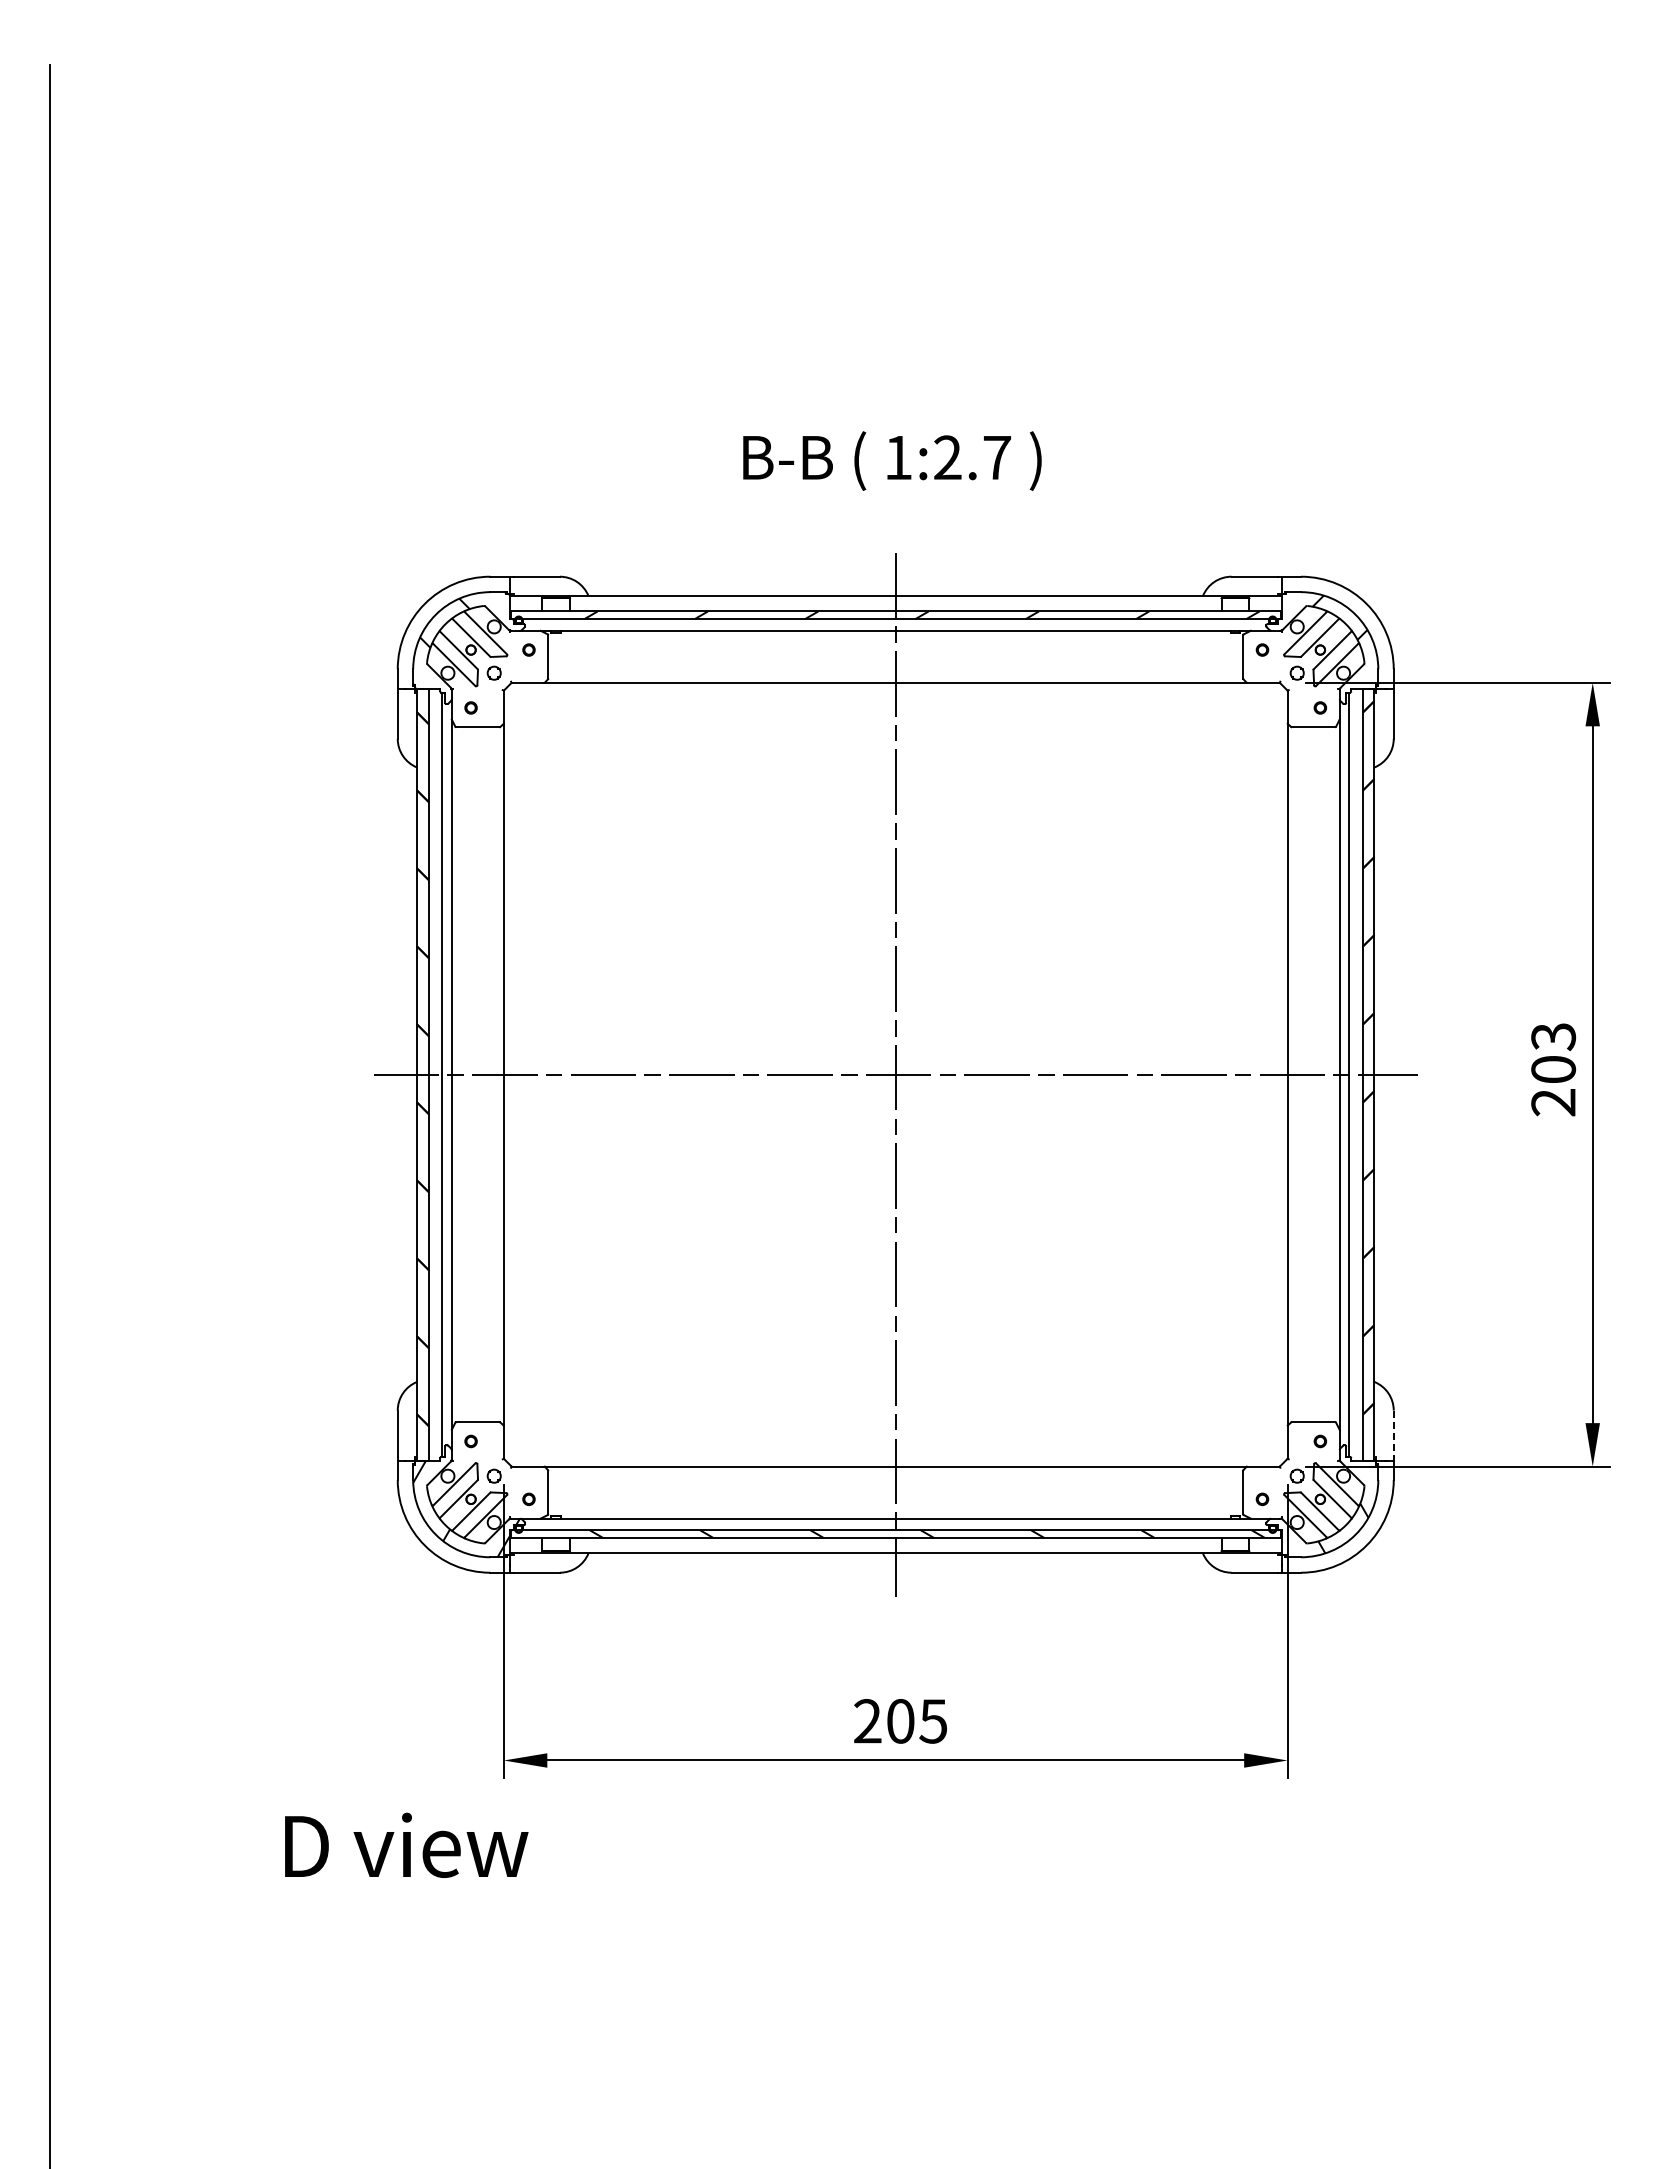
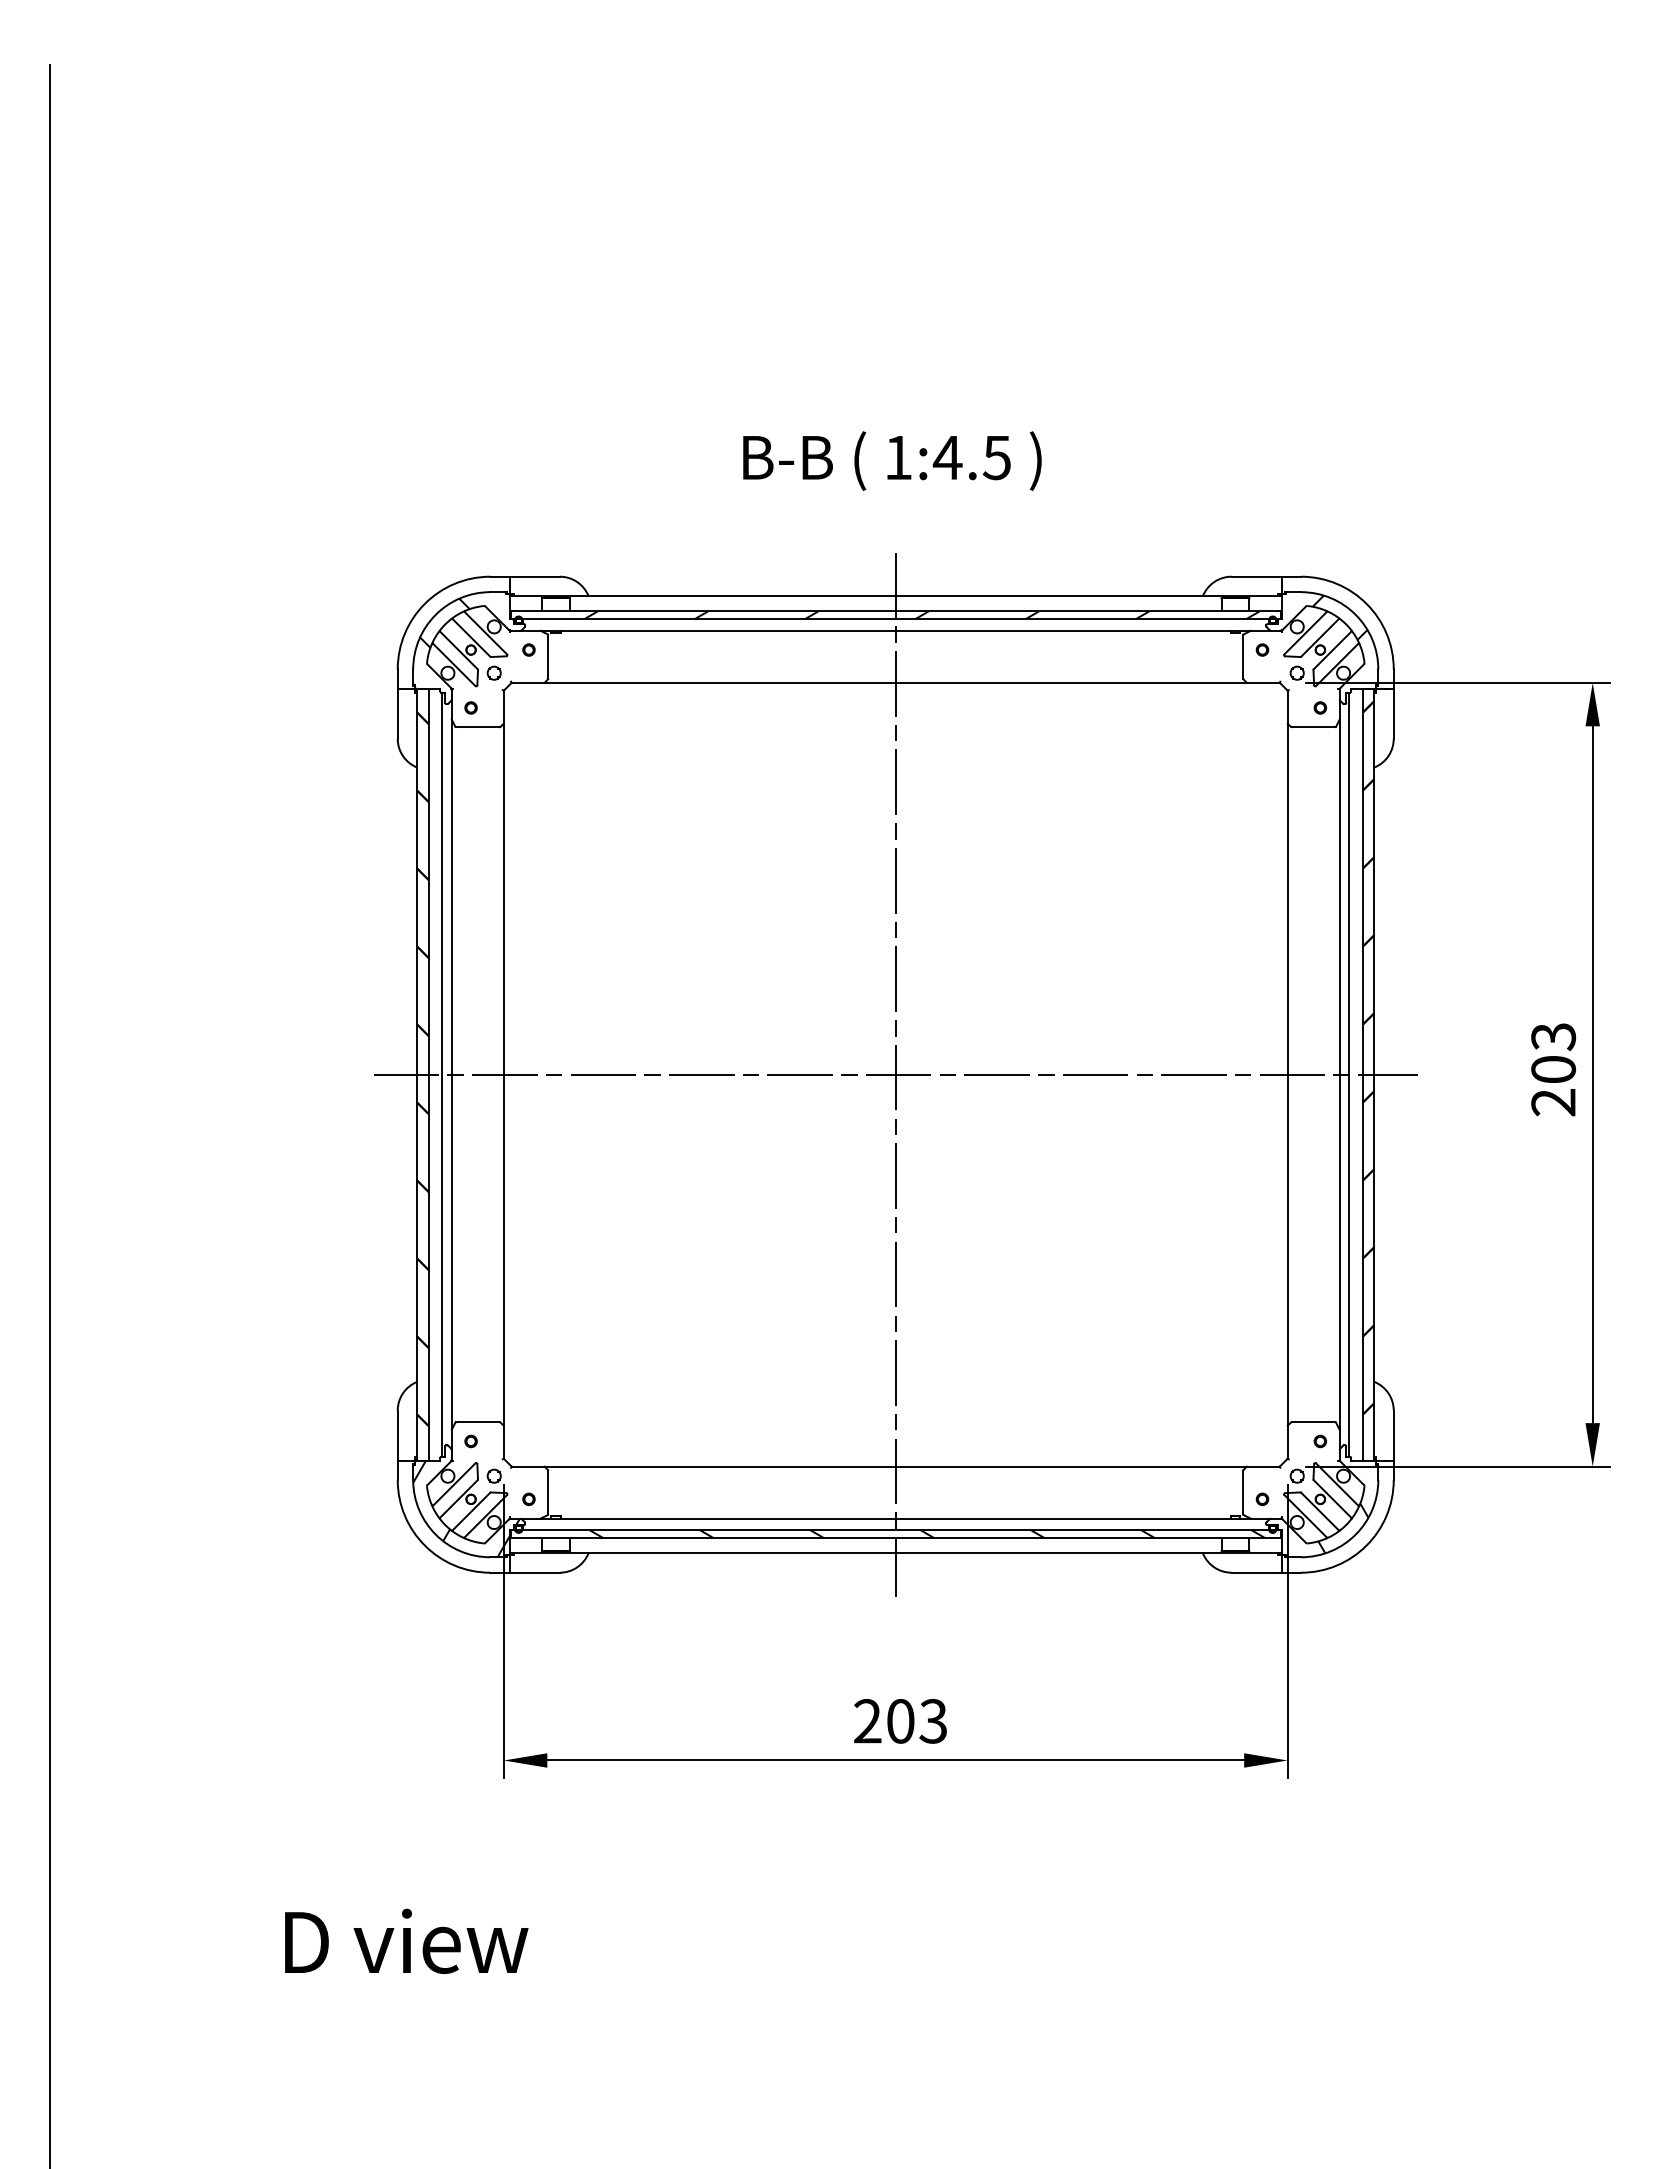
text at (971, 457): 1:2.7 -> 1:4.5
line at (1393, 1434): dashed -> solid
text at (932, 1721): 205 -> 203
text at (406, 1844) position: (406, 1844) -> (406, 1940)
